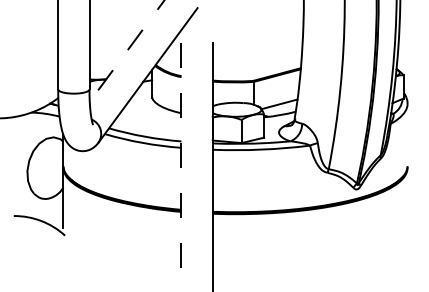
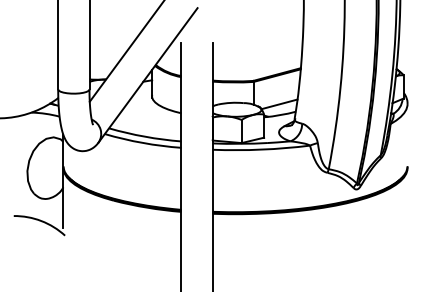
line at (126, 51): dashed -> solid
line at (181, 167): dashed -> solid
